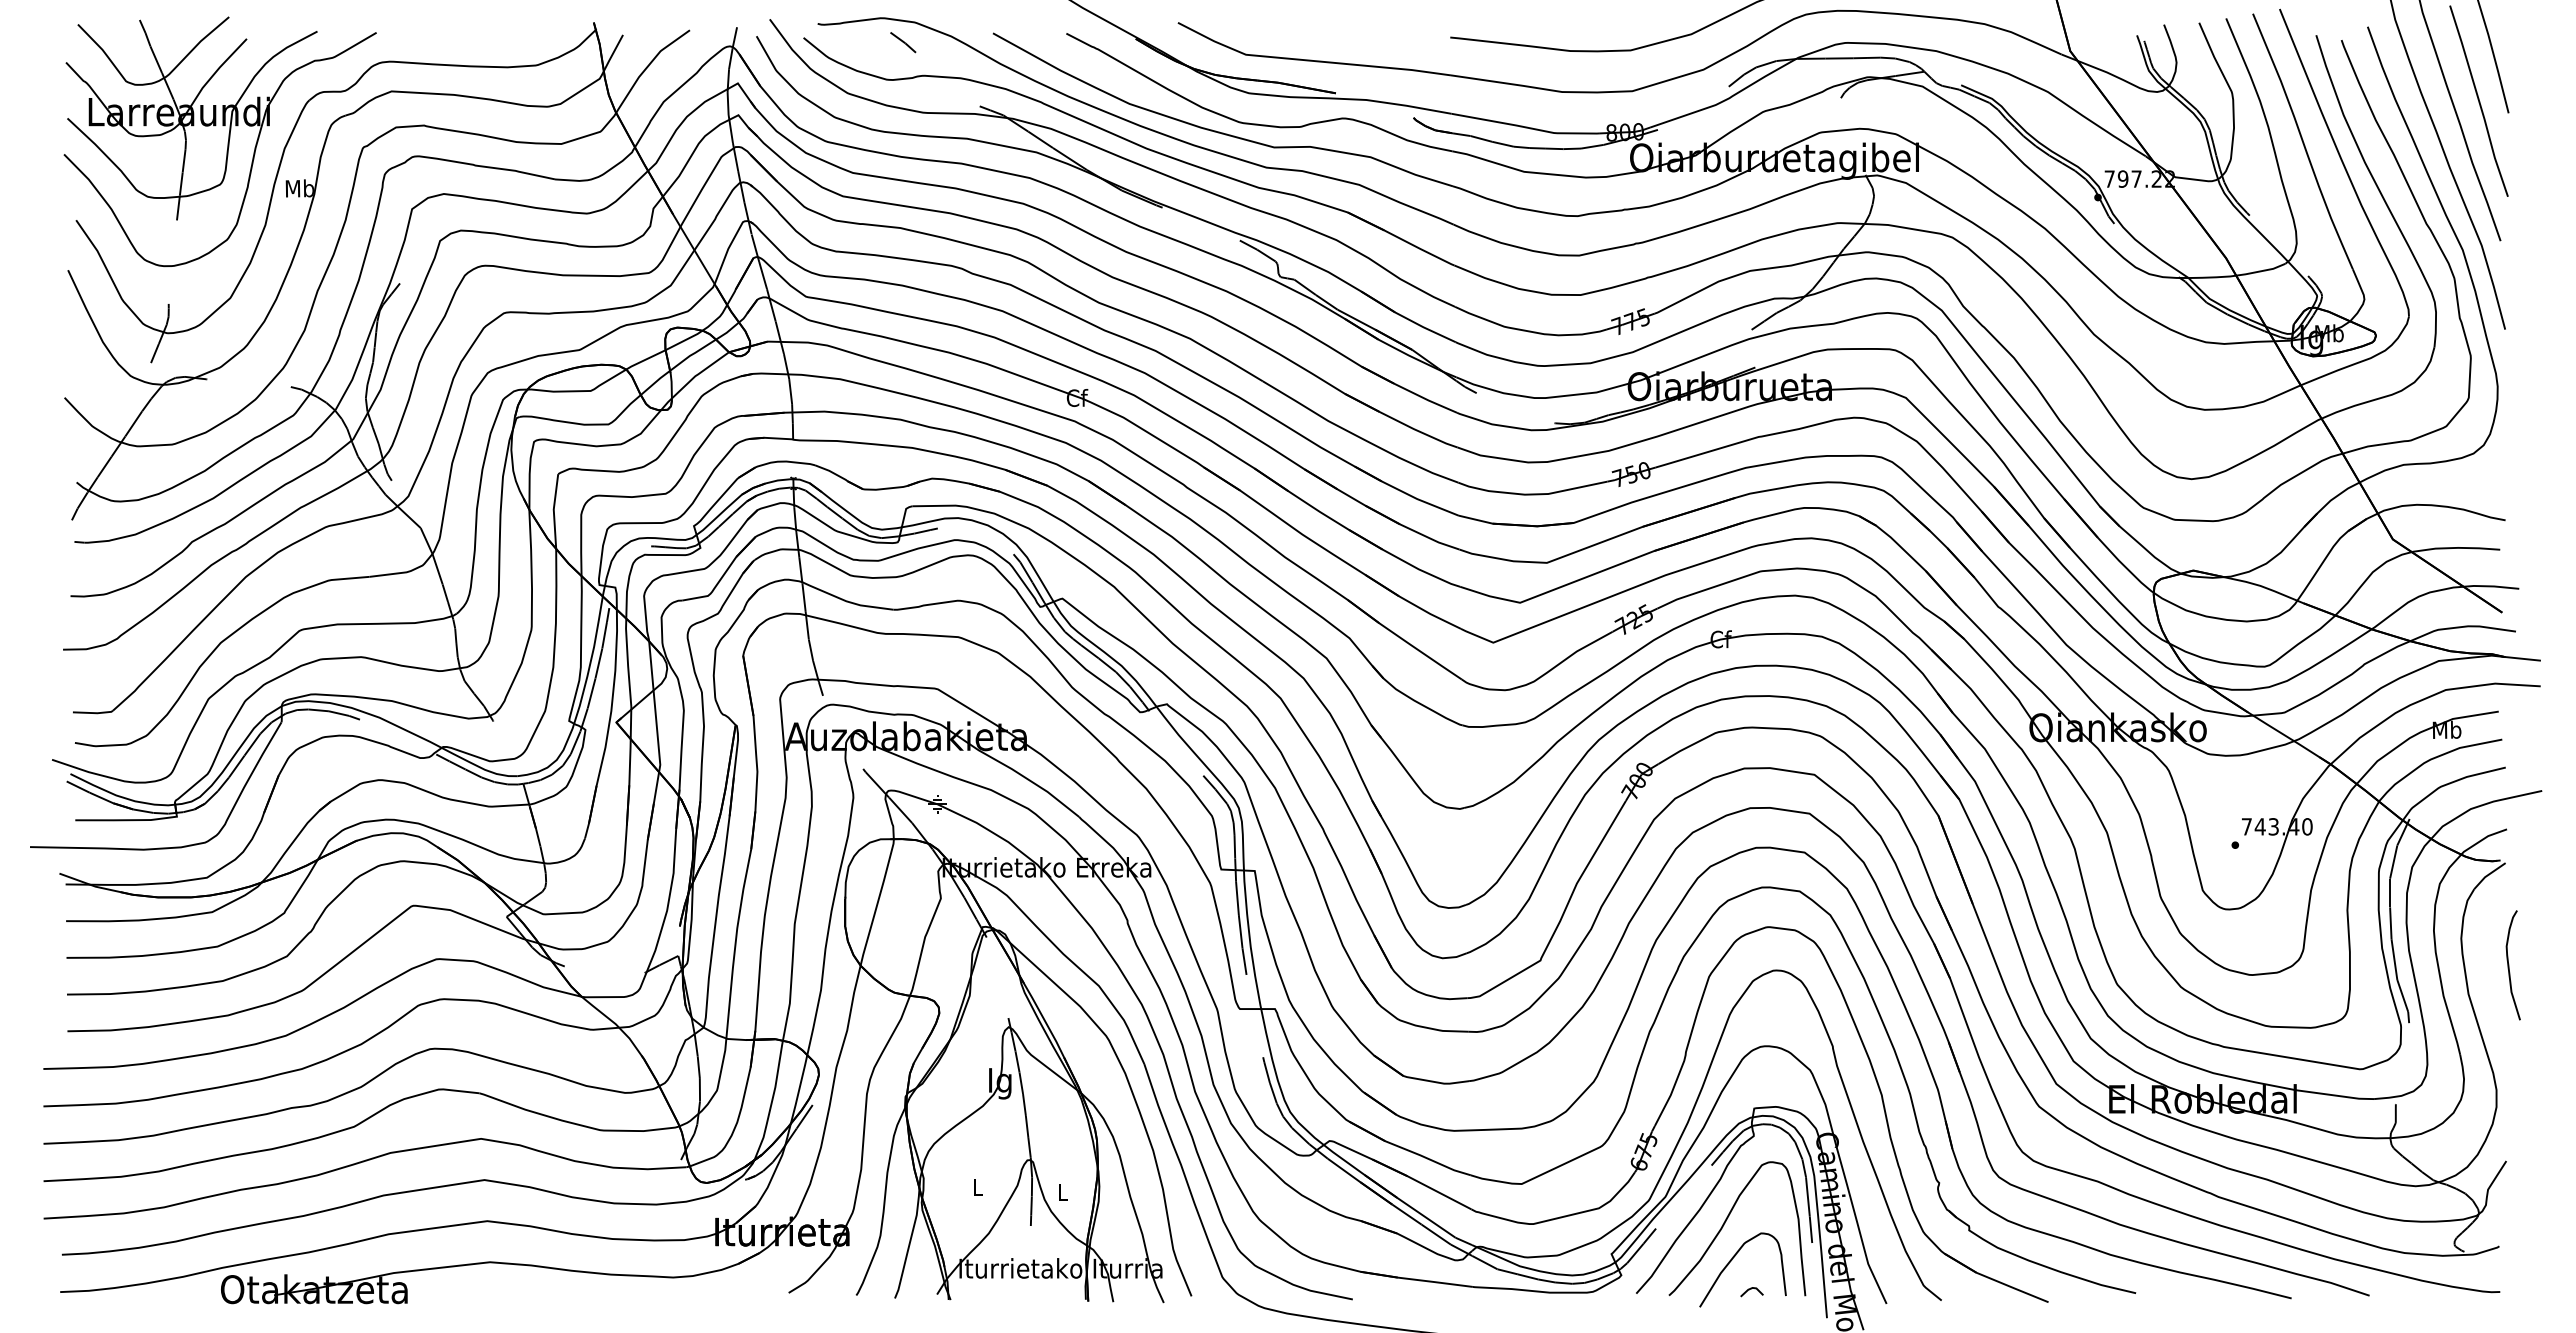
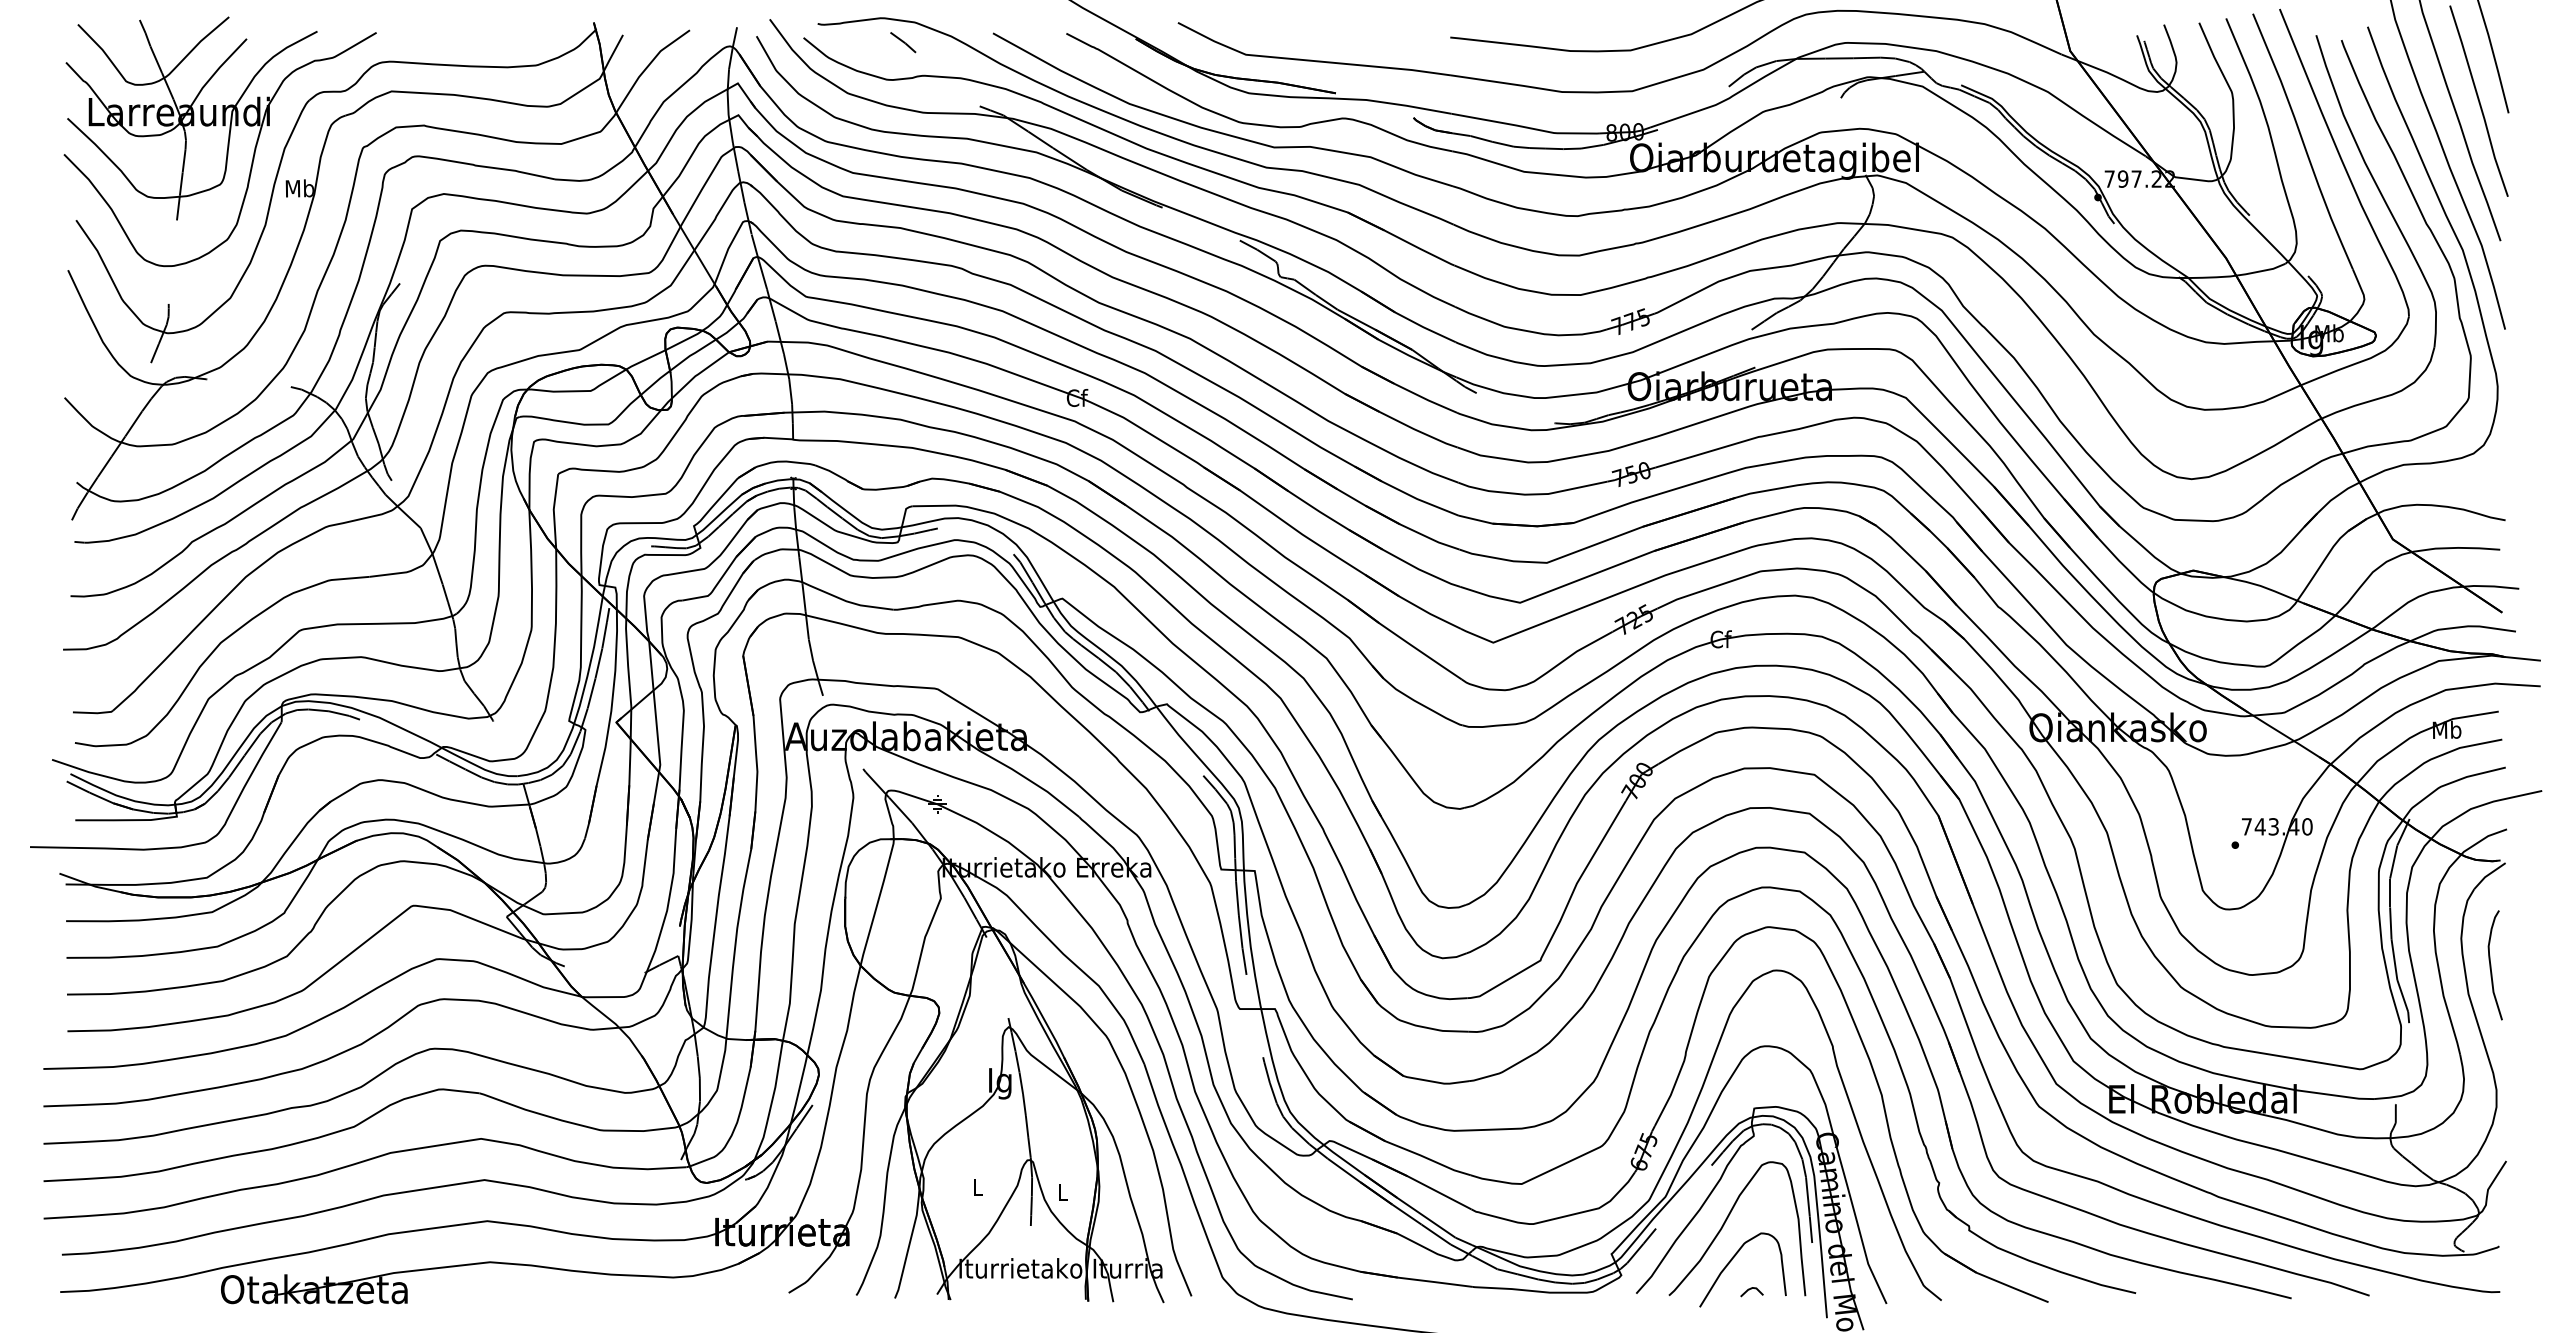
curve at (2509, 965) position: (2509, 965) -> (2491, 965)
